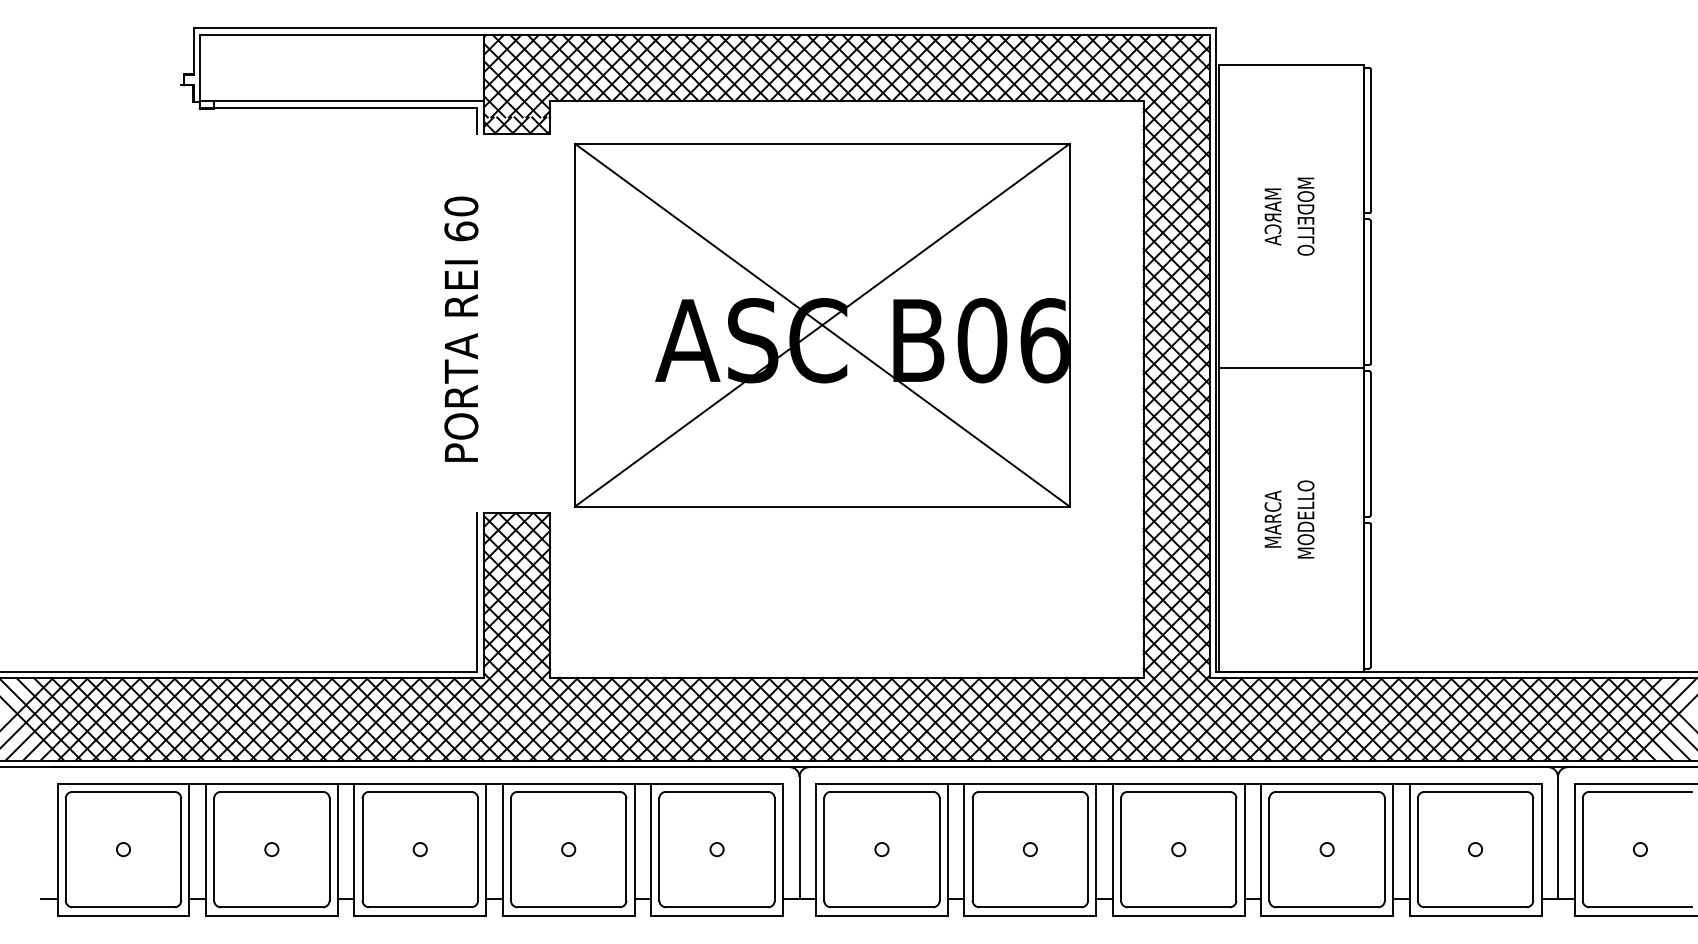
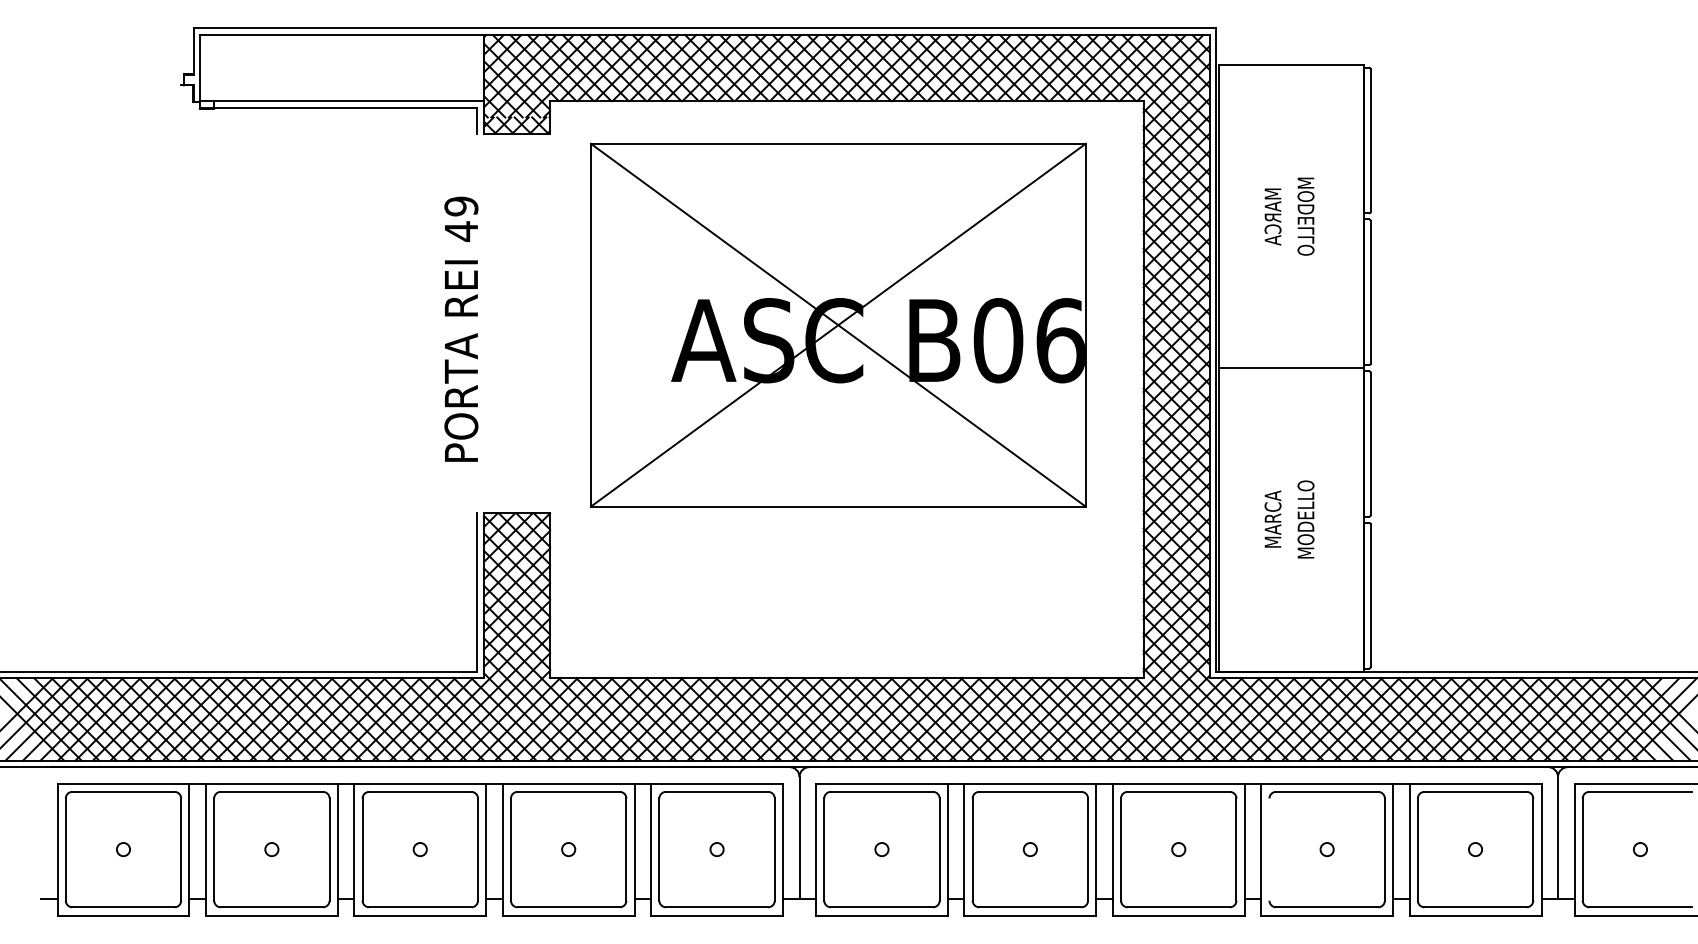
text at (461, 218): 60 -> 49
part at (822, 324) position: (822, 324) -> (838, 324)
line at (1269, 849): present -> none
